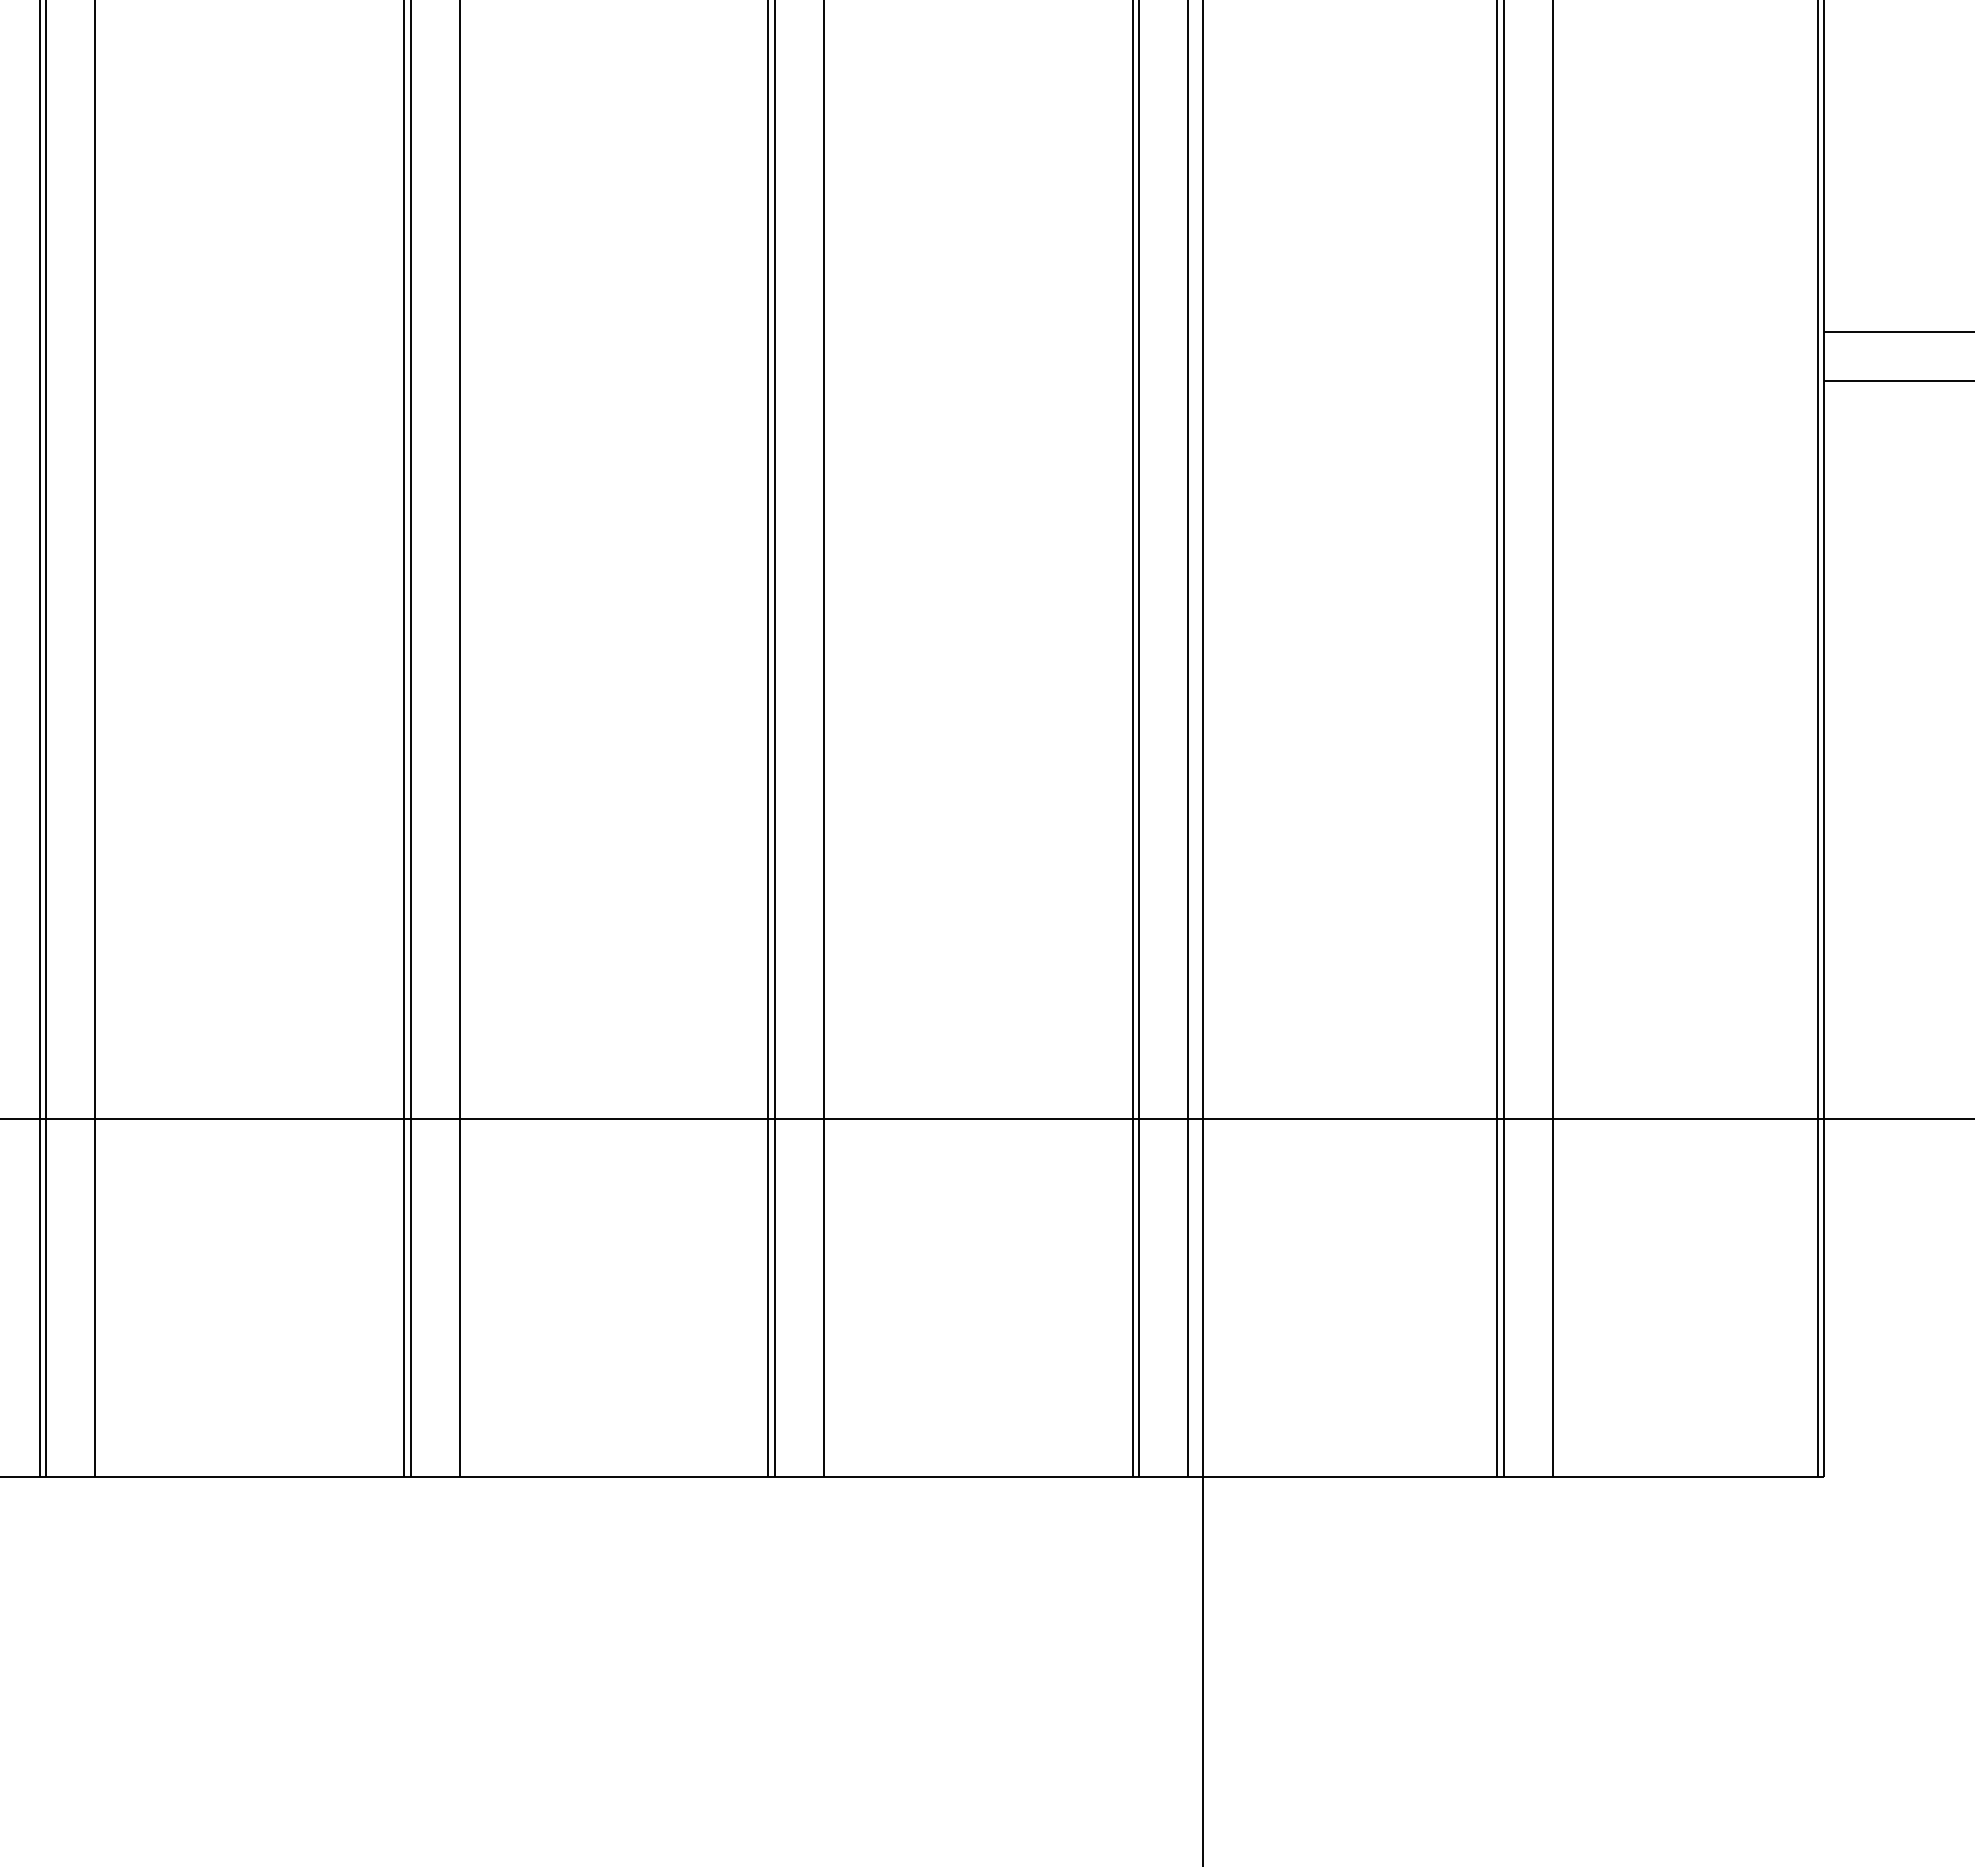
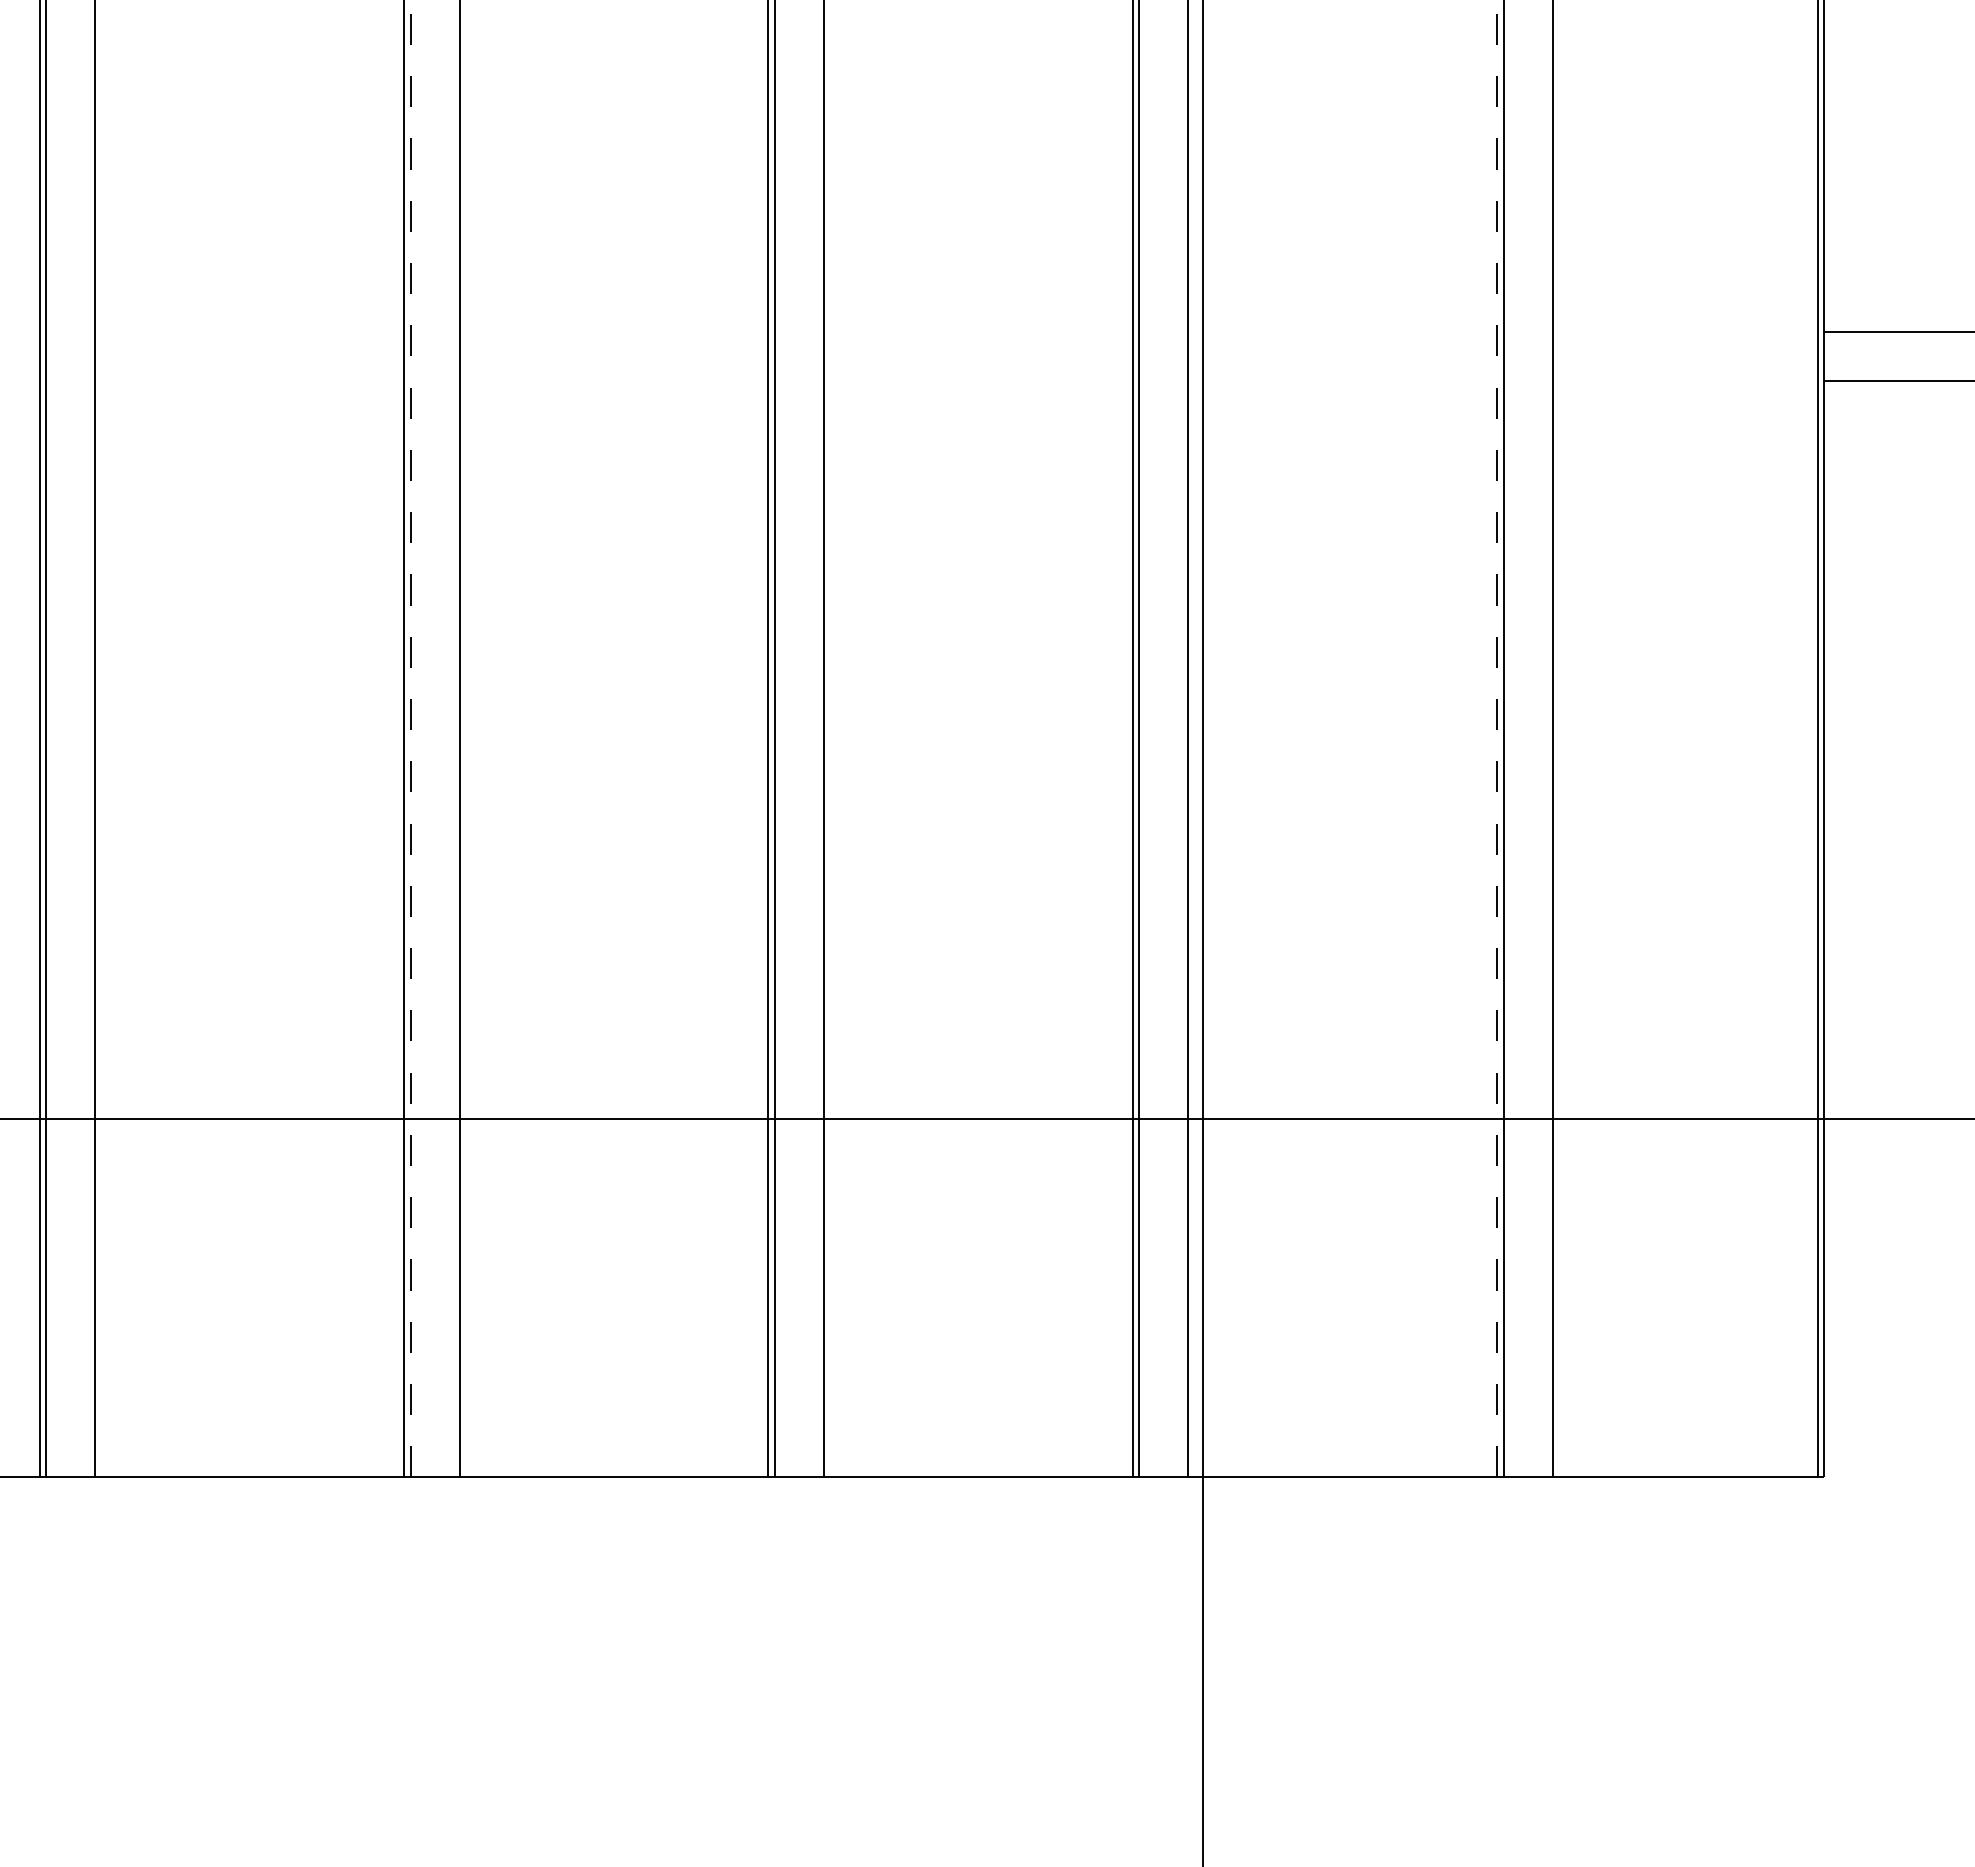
line at (410, 738): solid -> dashed
line at (1496, 738): solid -> dashed
